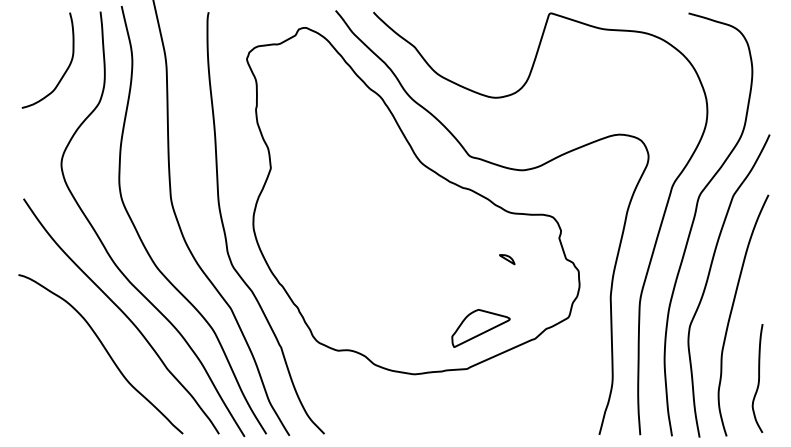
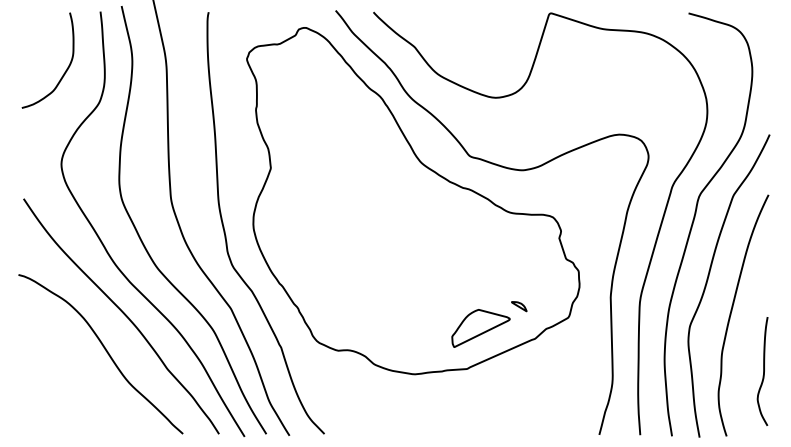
part at (507, 259) position: (507, 259) -> (519, 306)
curve at (758, 378) position: (758, 378) -> (763, 371)
